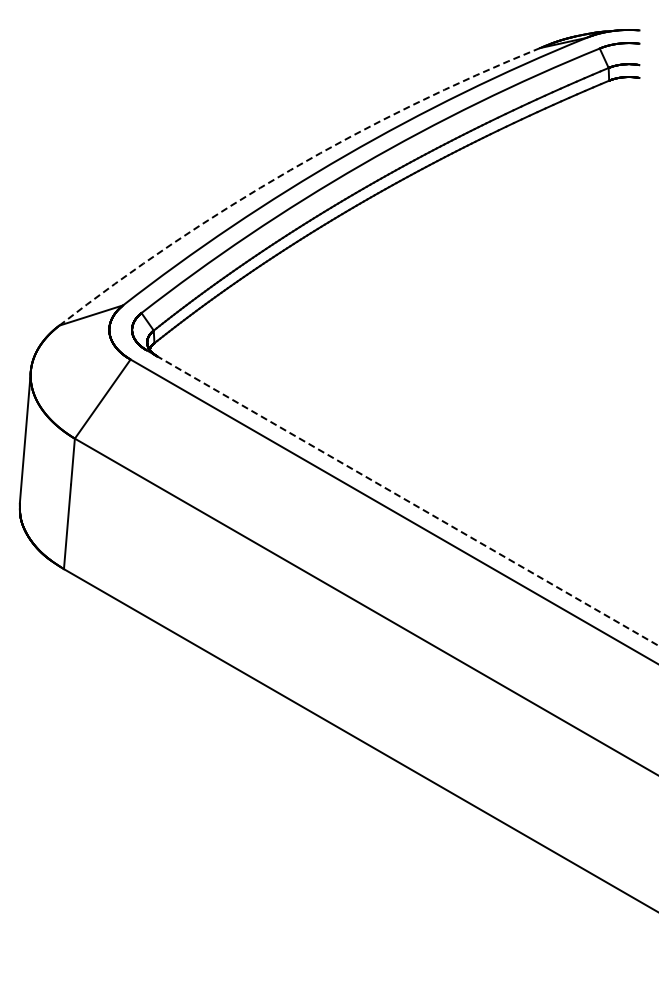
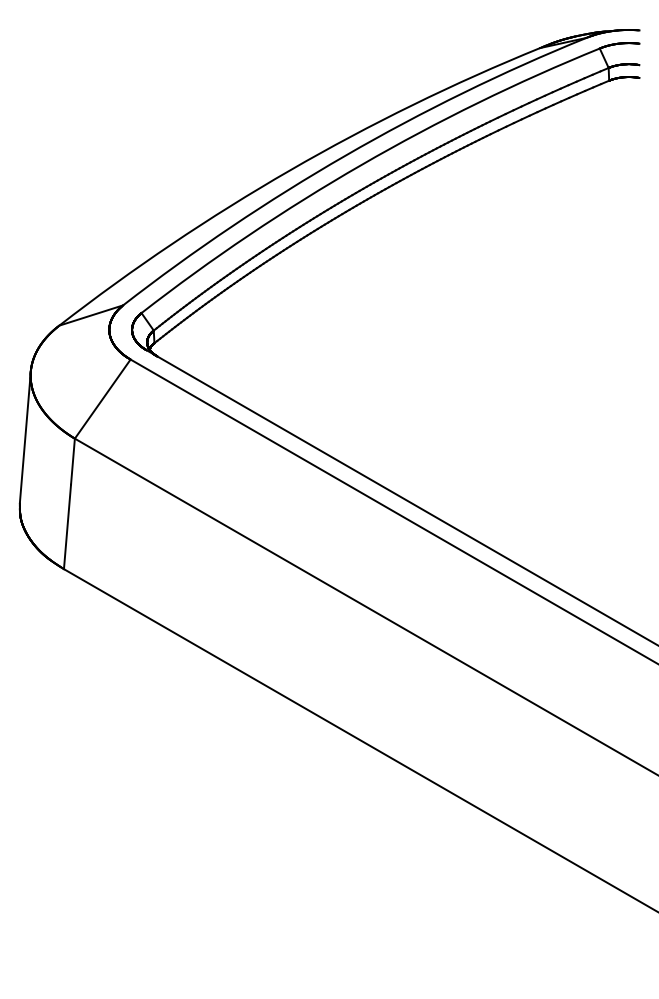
arc at (290, 170): dashed -> solid
line at (402, 498): dashed -> solid
